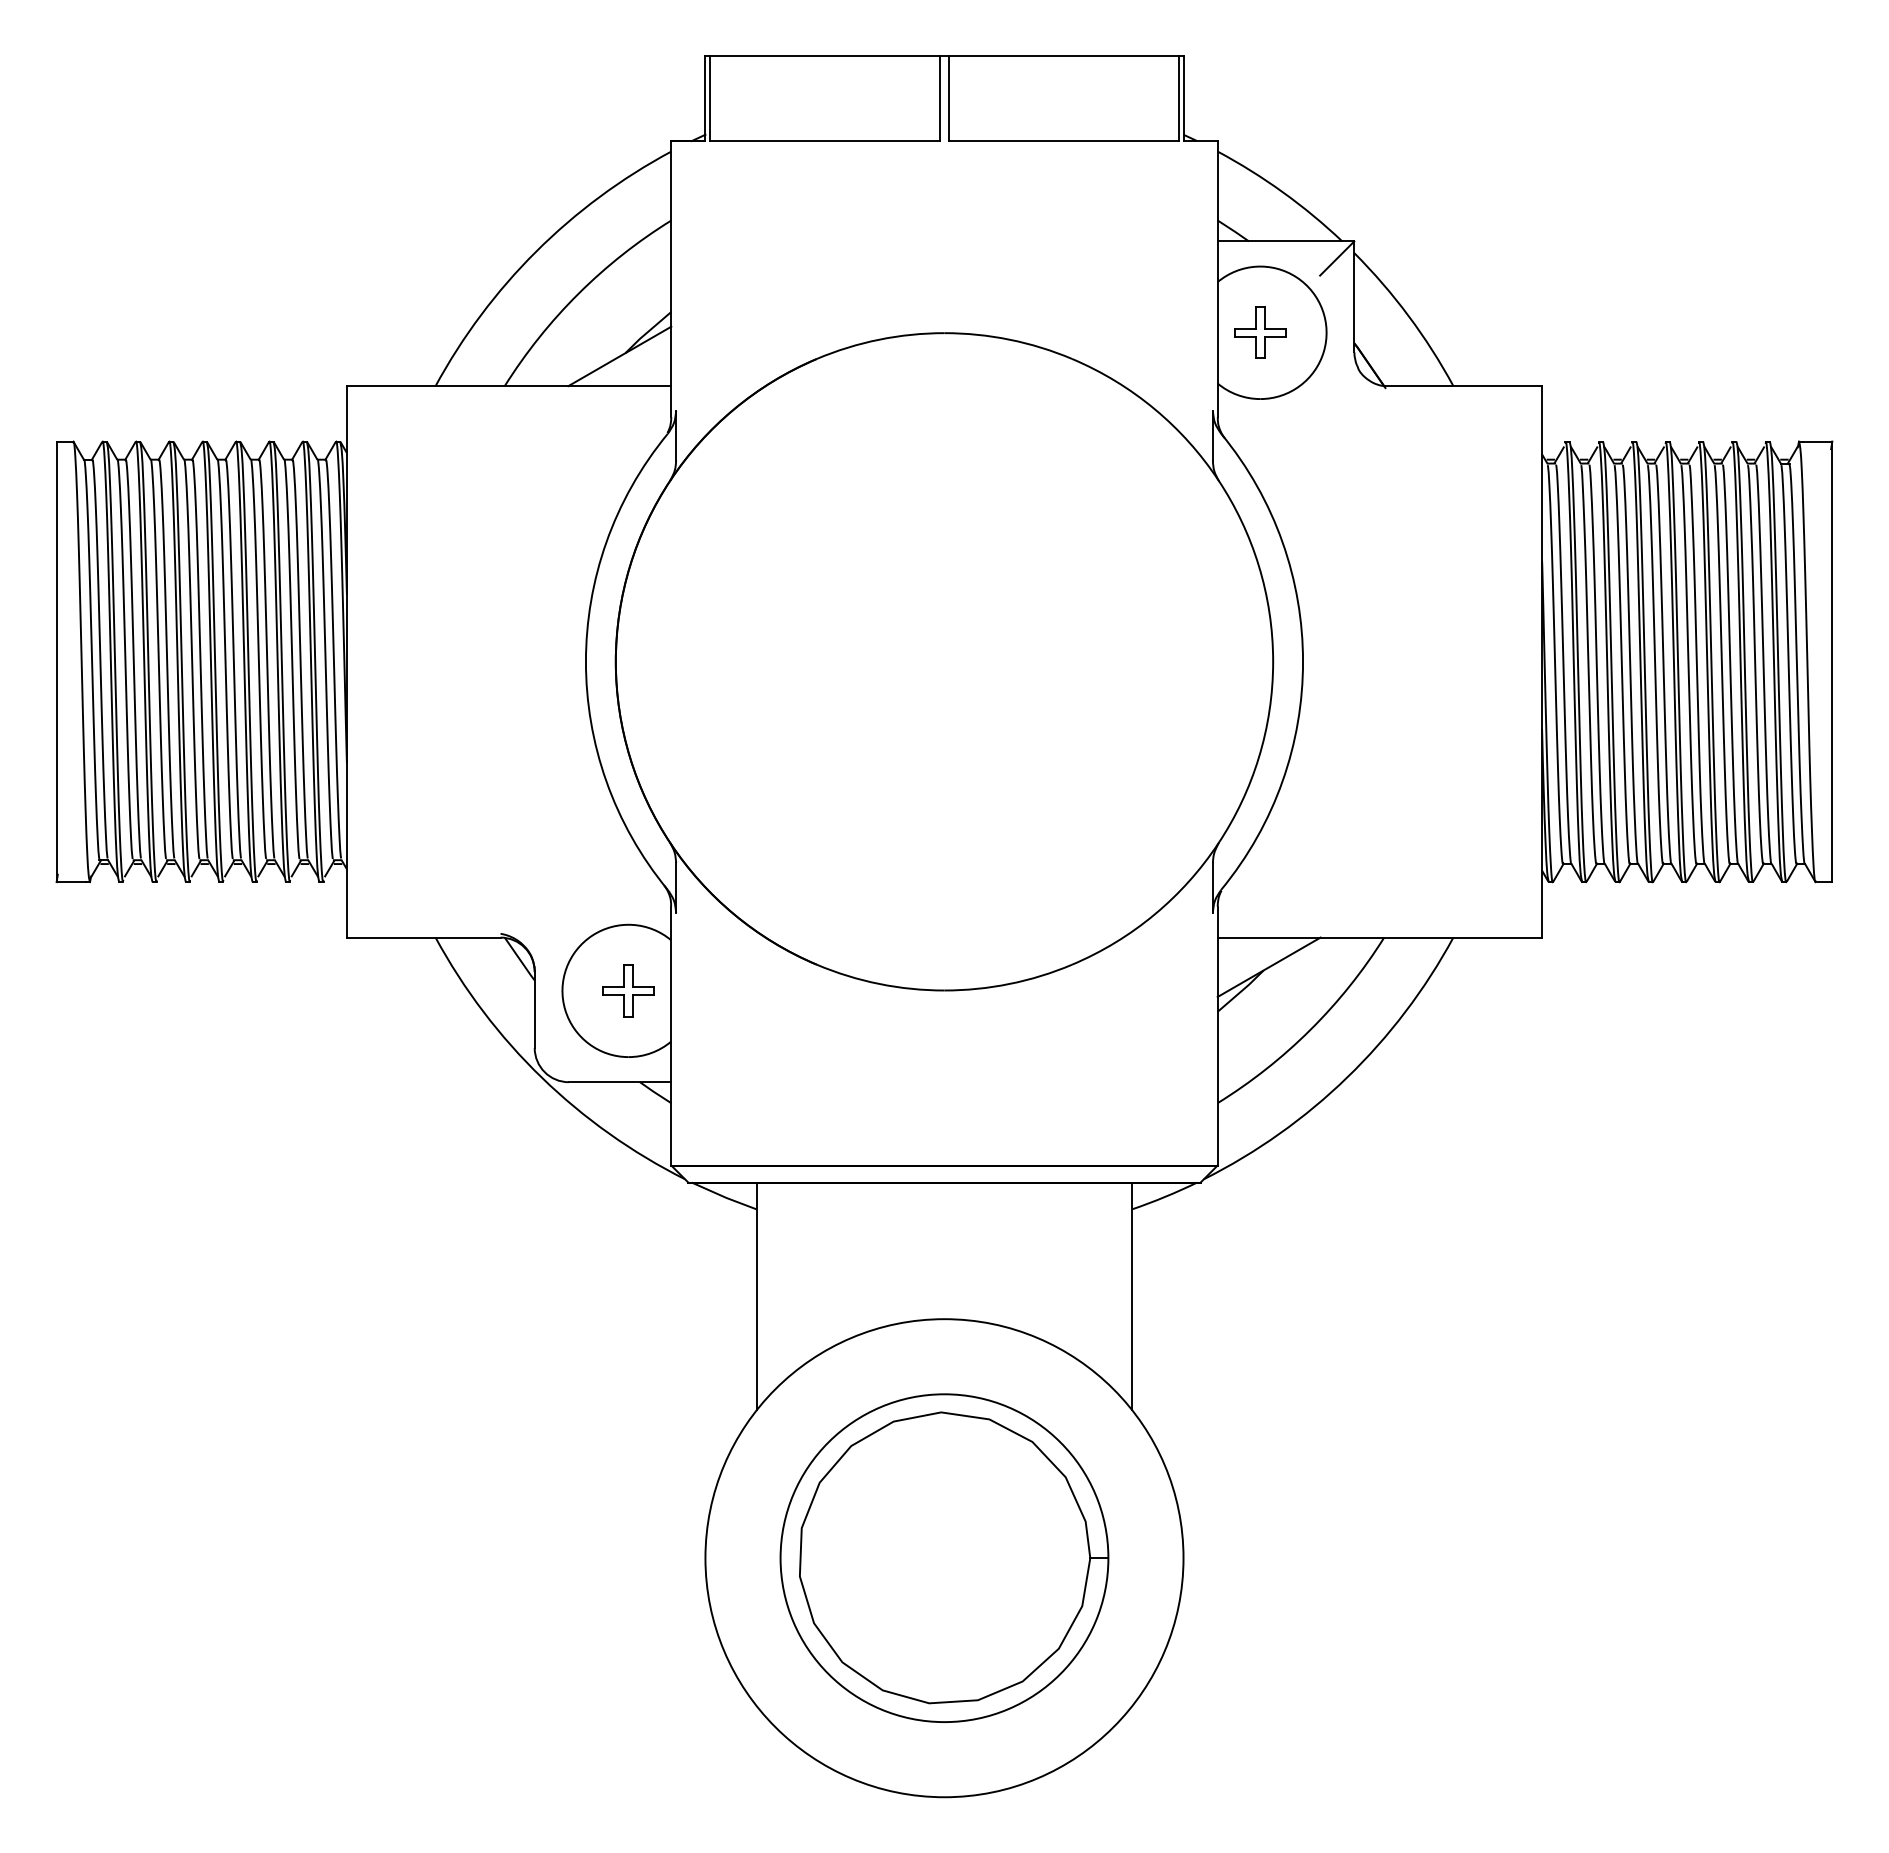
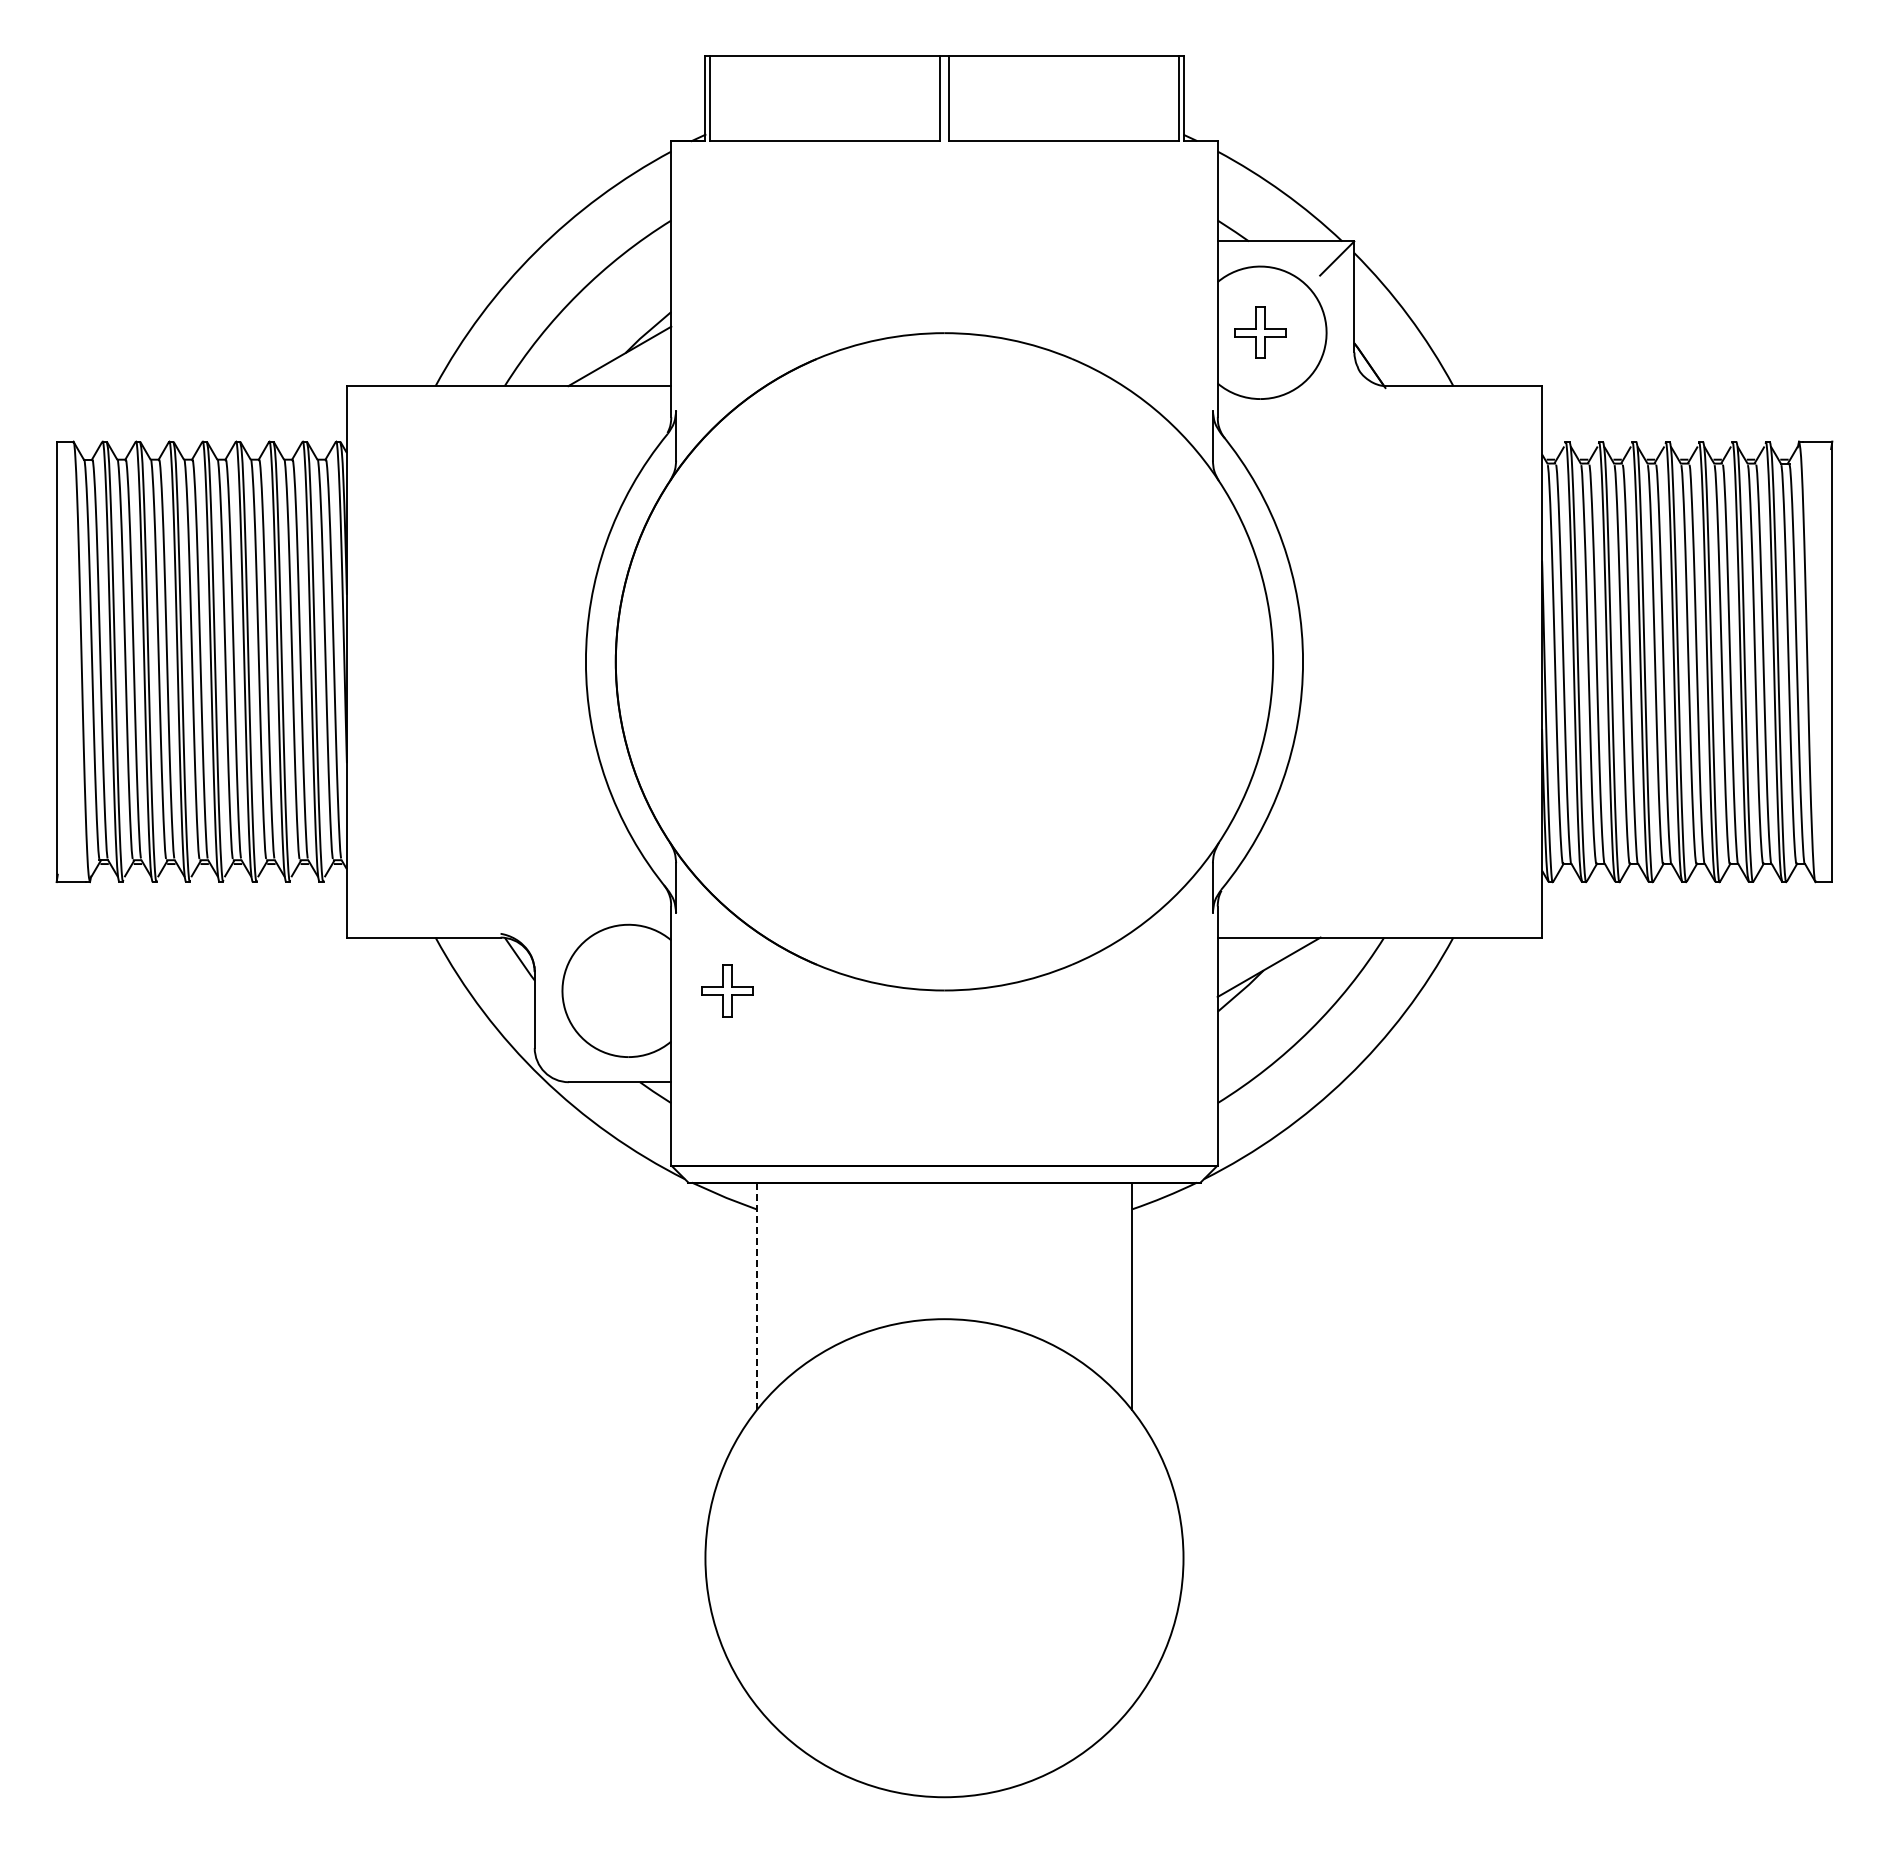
part at (628, 990) position: (628, 990) -> (727, 990)
line at (756, 1296): solid -> dashed
part at (944, 1557): present -> none
